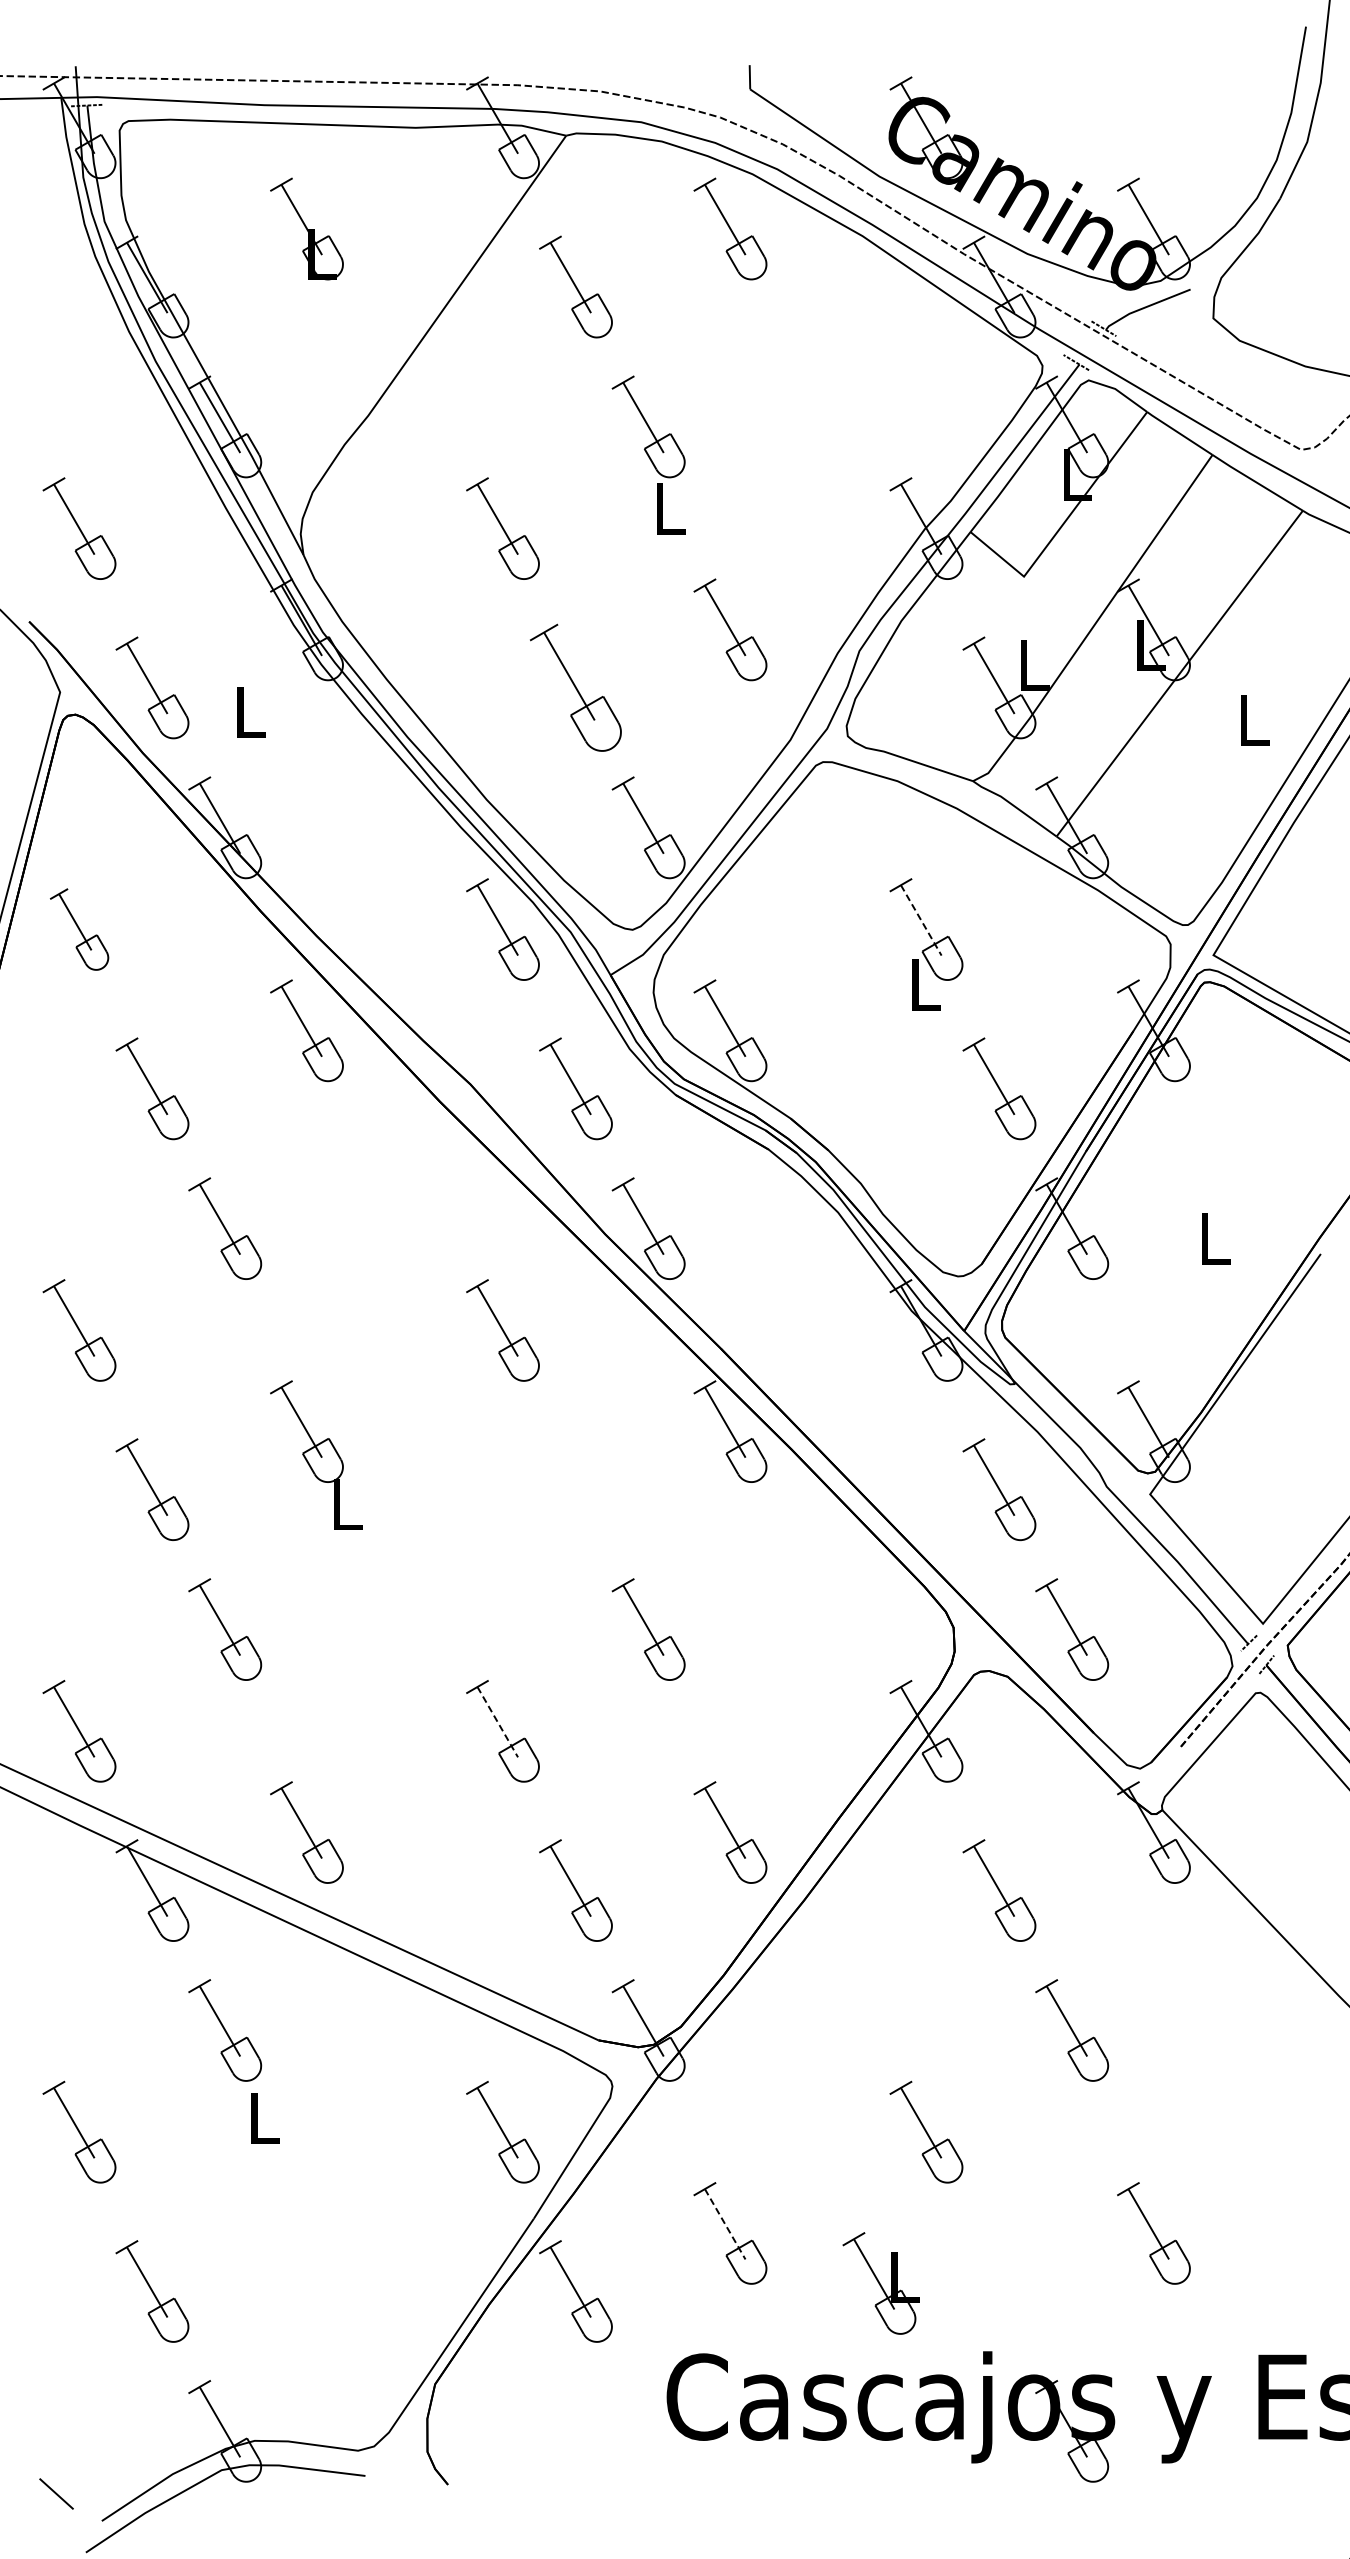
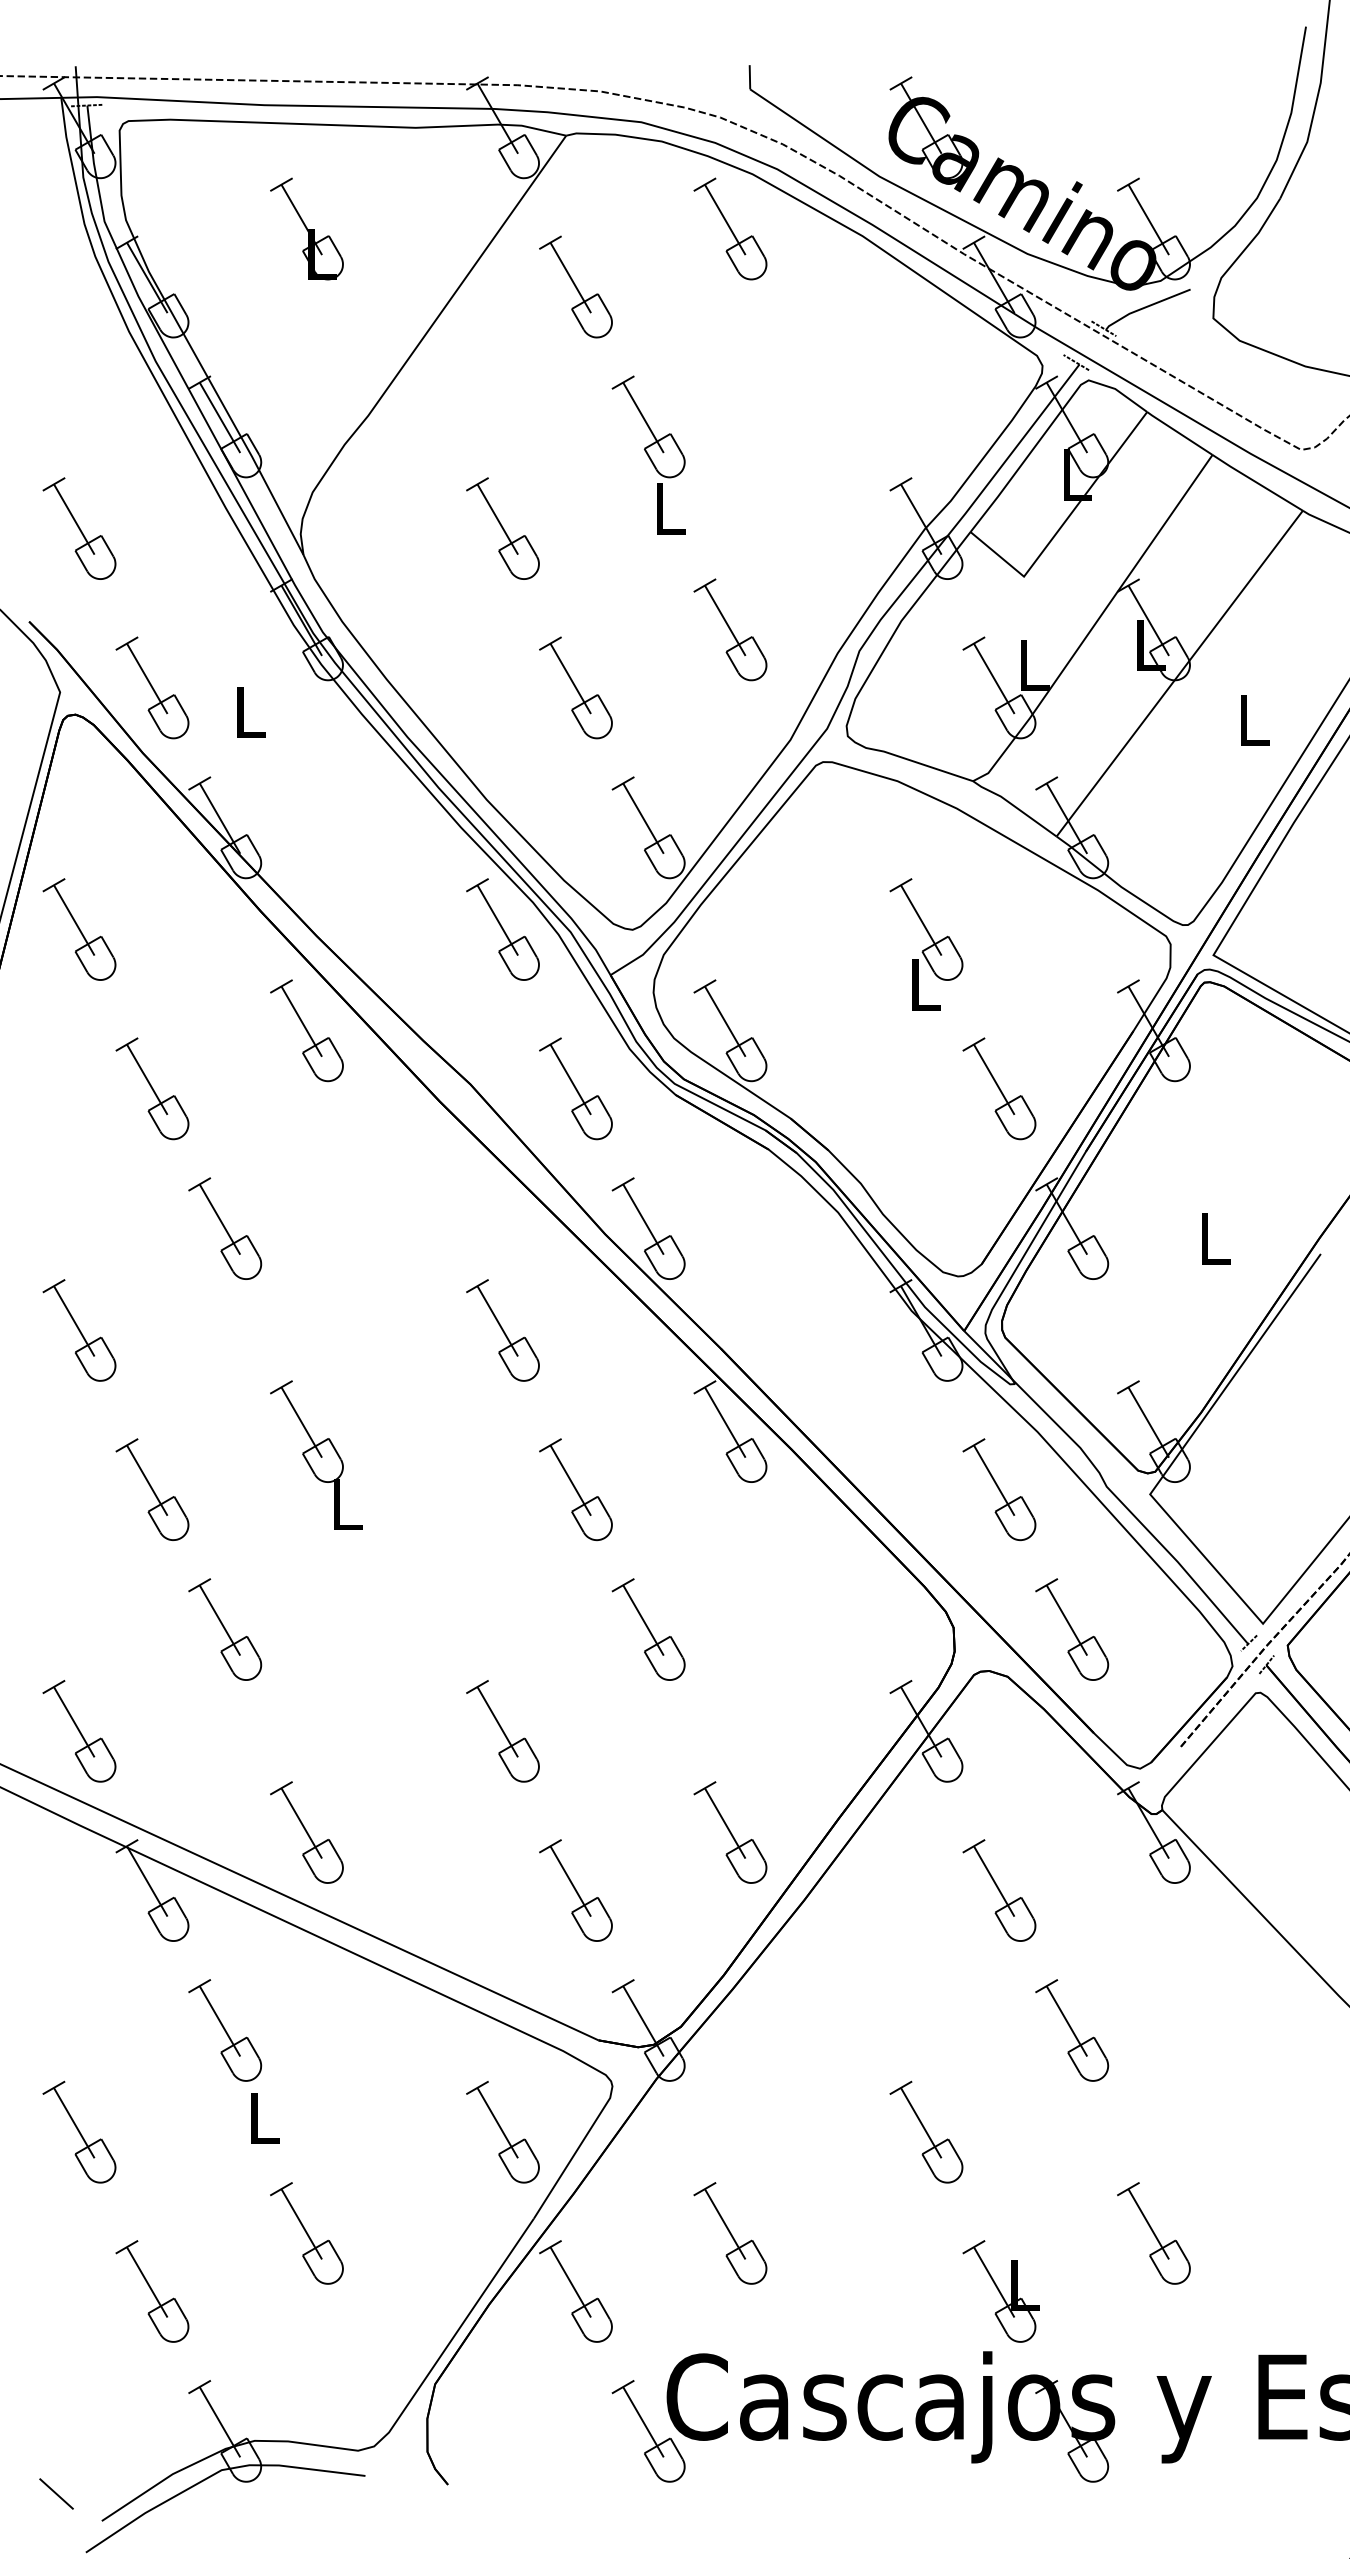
part at (575, 687) size: 92x129 px -> 74x104 px
line at (921, 920): dashed -> solid
part at (79, 929) size: 60x83 px -> 75x103 px
part at (575, 1489): none -> present
line at (497, 1722): dashed -> solid
line at (725, 2224): dashed -> solid
part at (306, 2233): none -> present
part at (880, 2283) position: (880, 2283) -> (1000, 2291)
part at (648, 2431): none -> present
